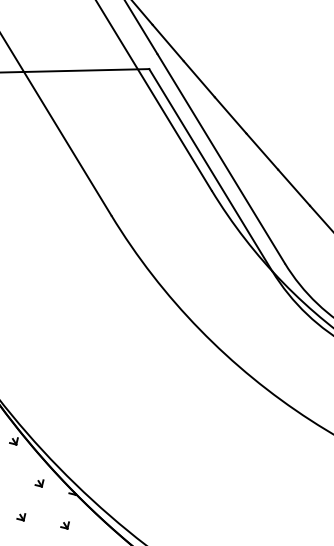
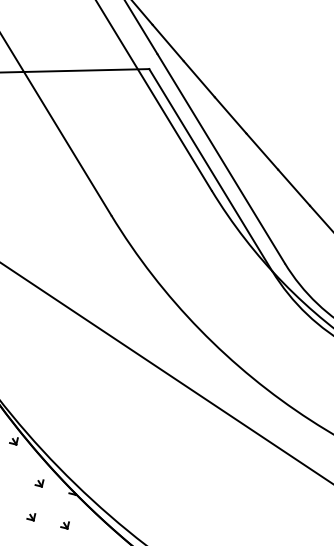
line at (166, 372): none -> present
part at (21, 517) position: (21, 517) -> (31, 517)
